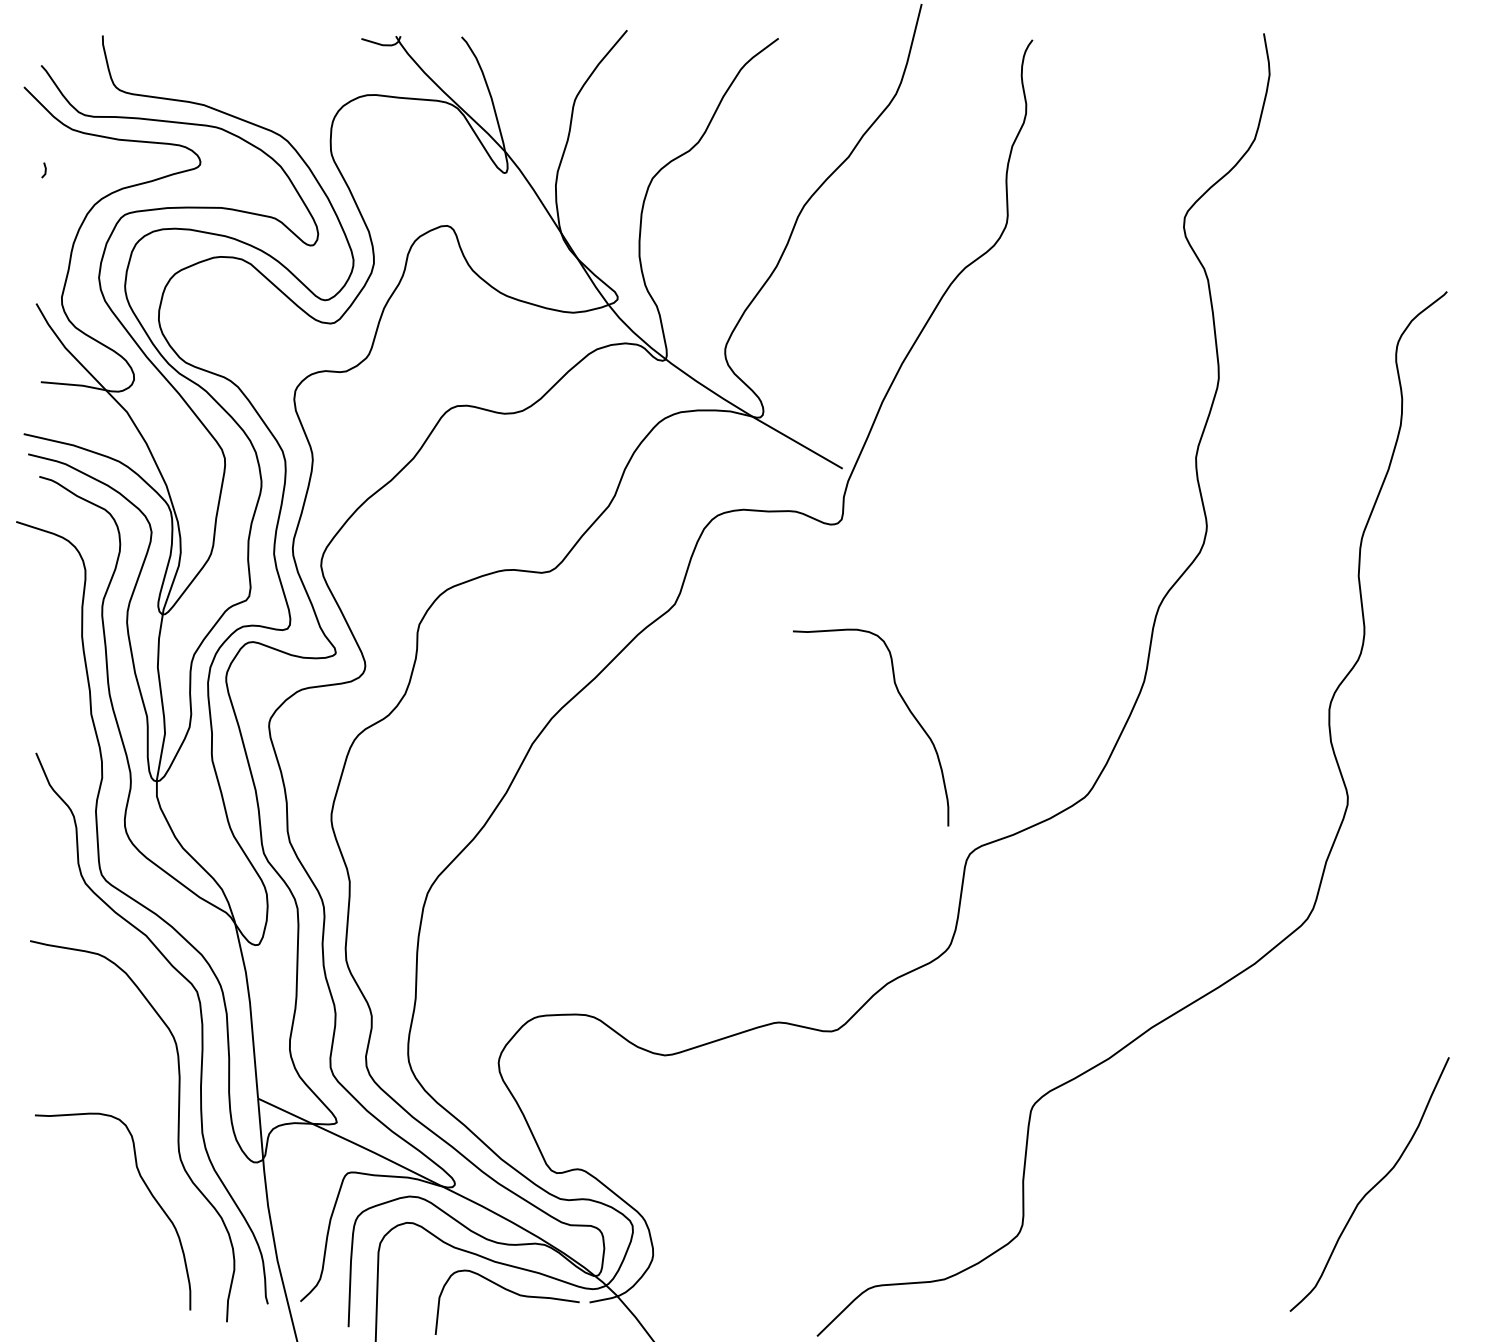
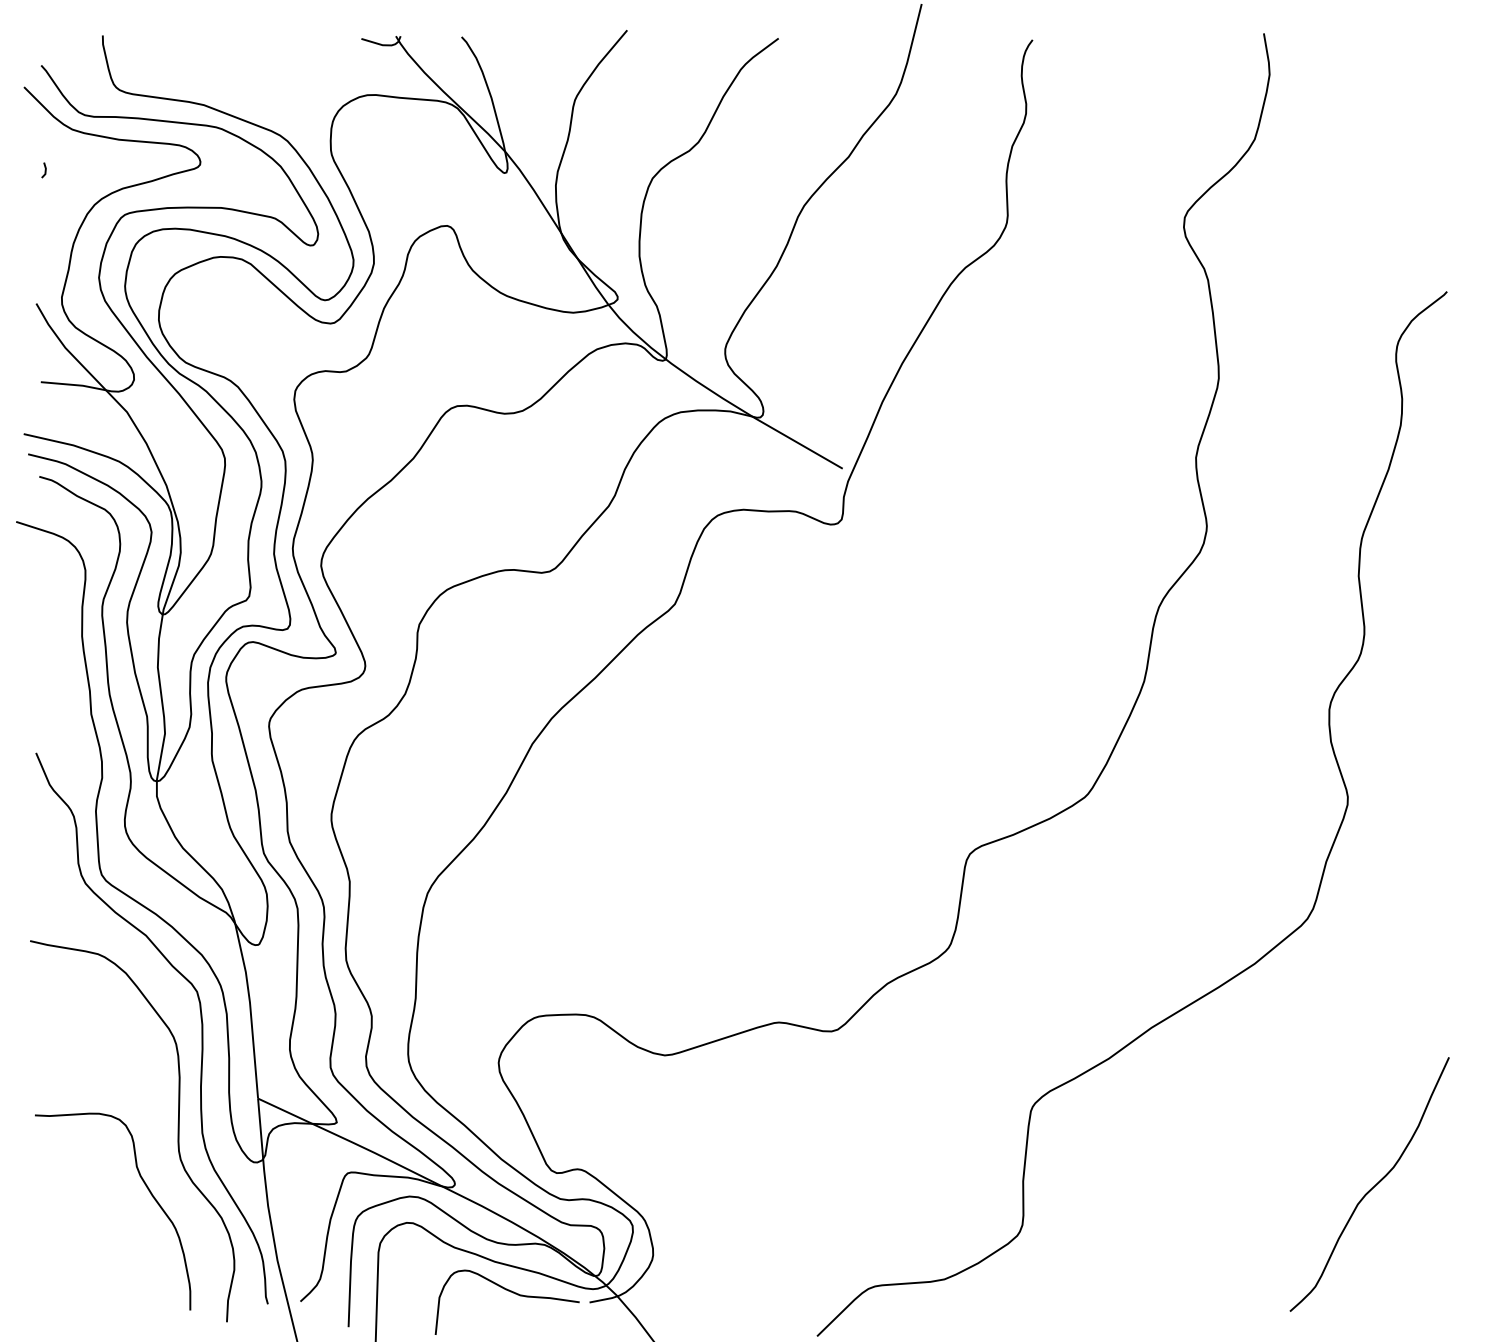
curve at (905, 705): present -> none
